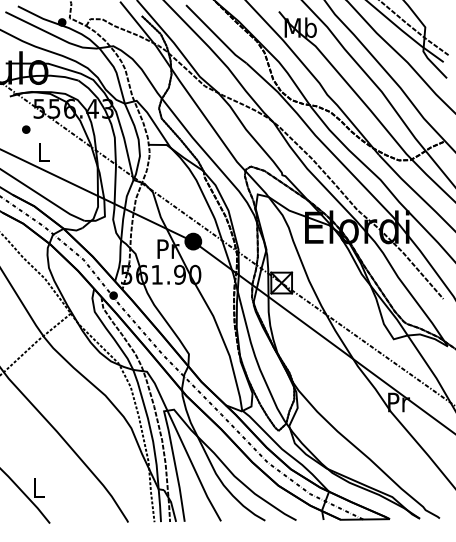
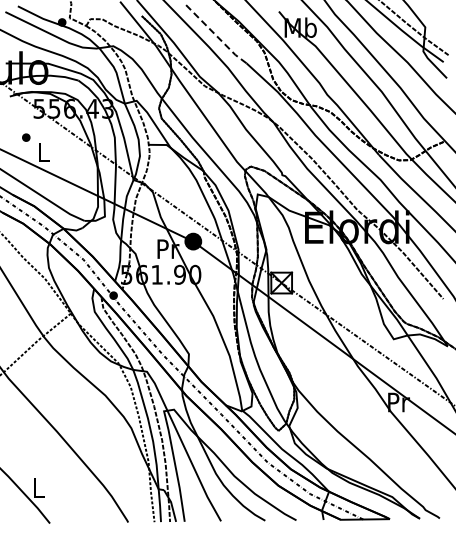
line at (215, 35): solid -> dashed
part at (26, 129) position: (26, 129) -> (26, 137)
